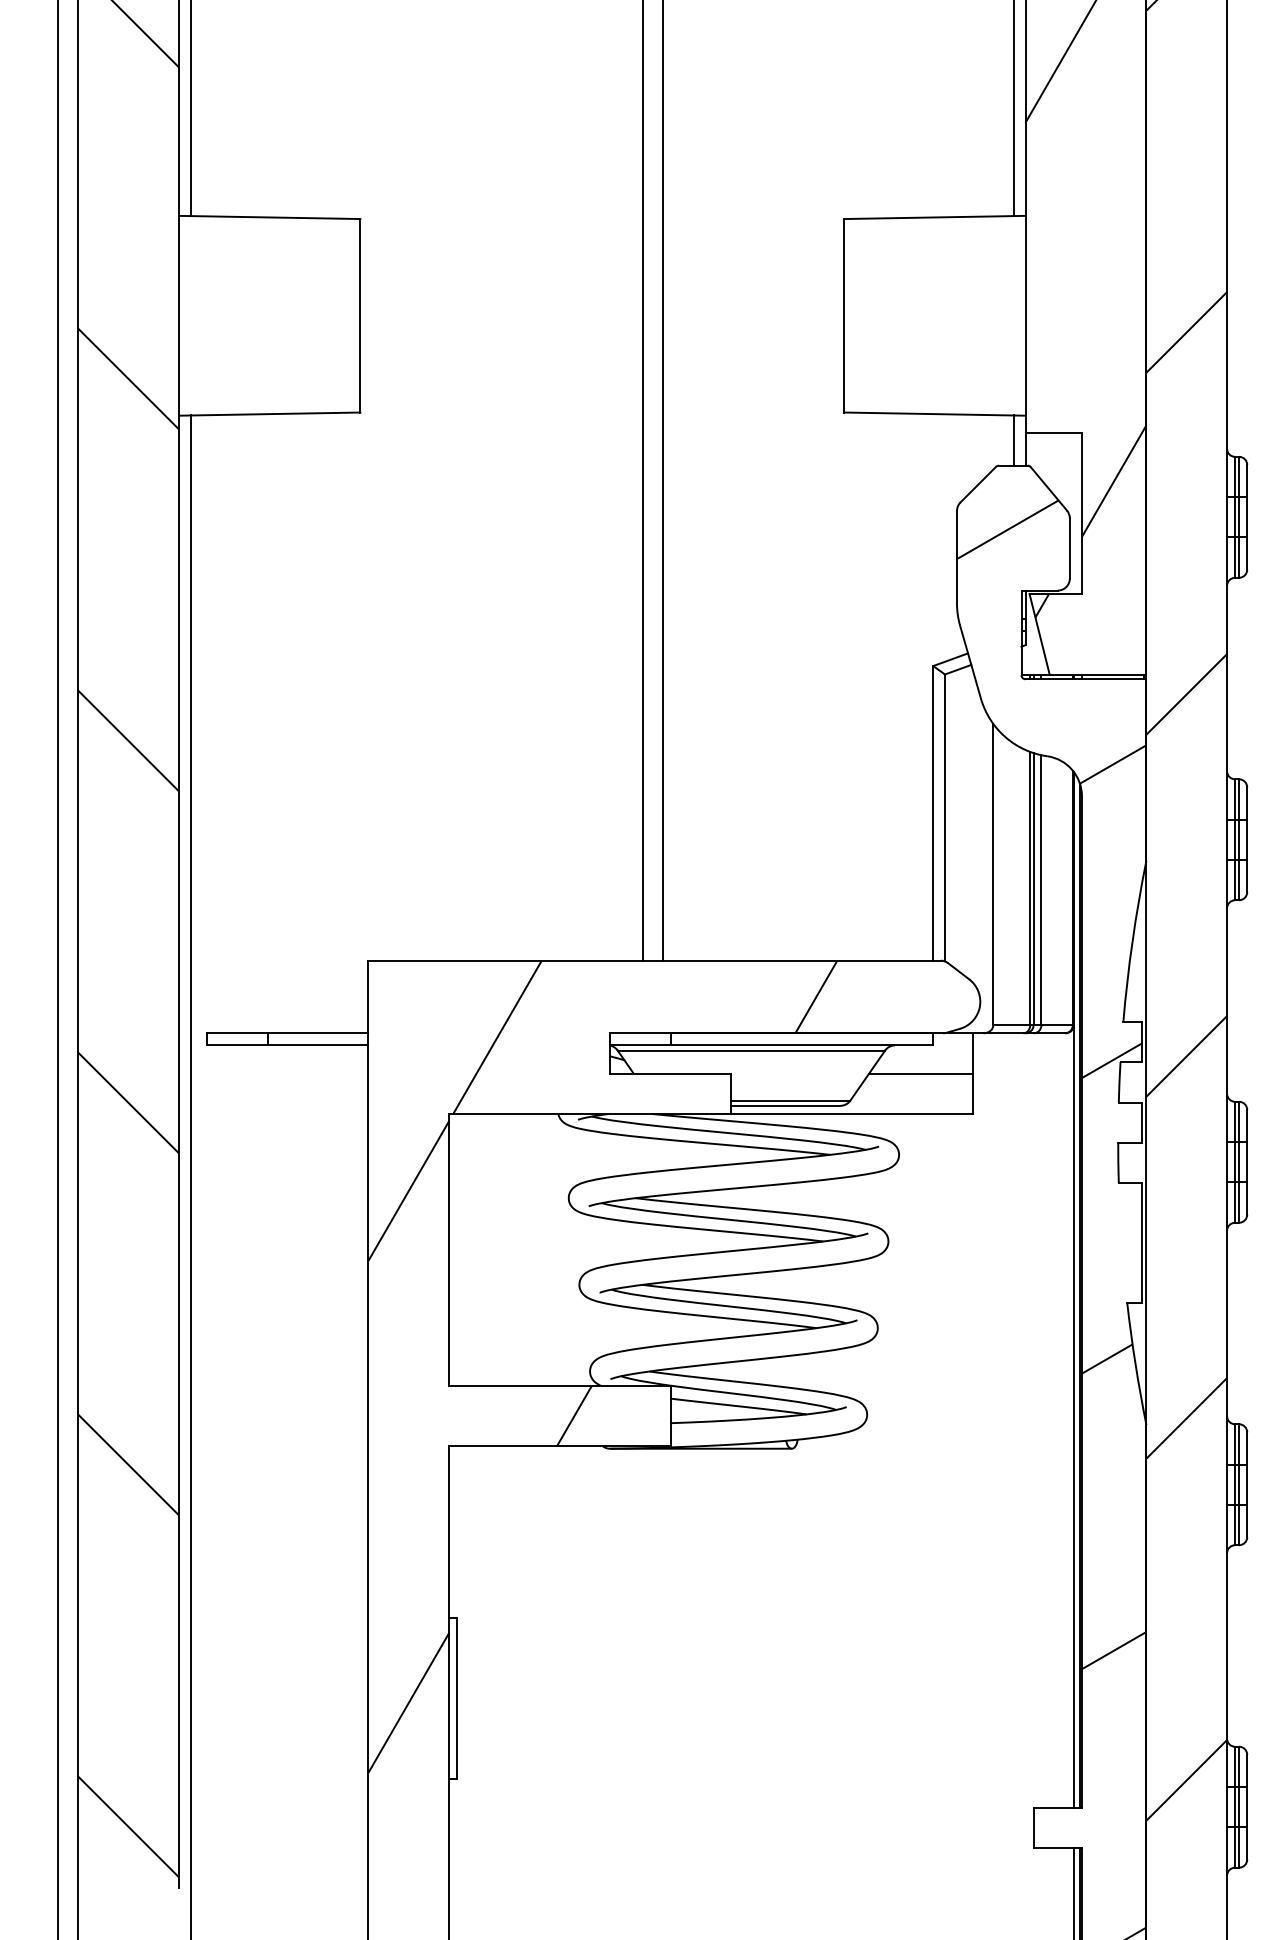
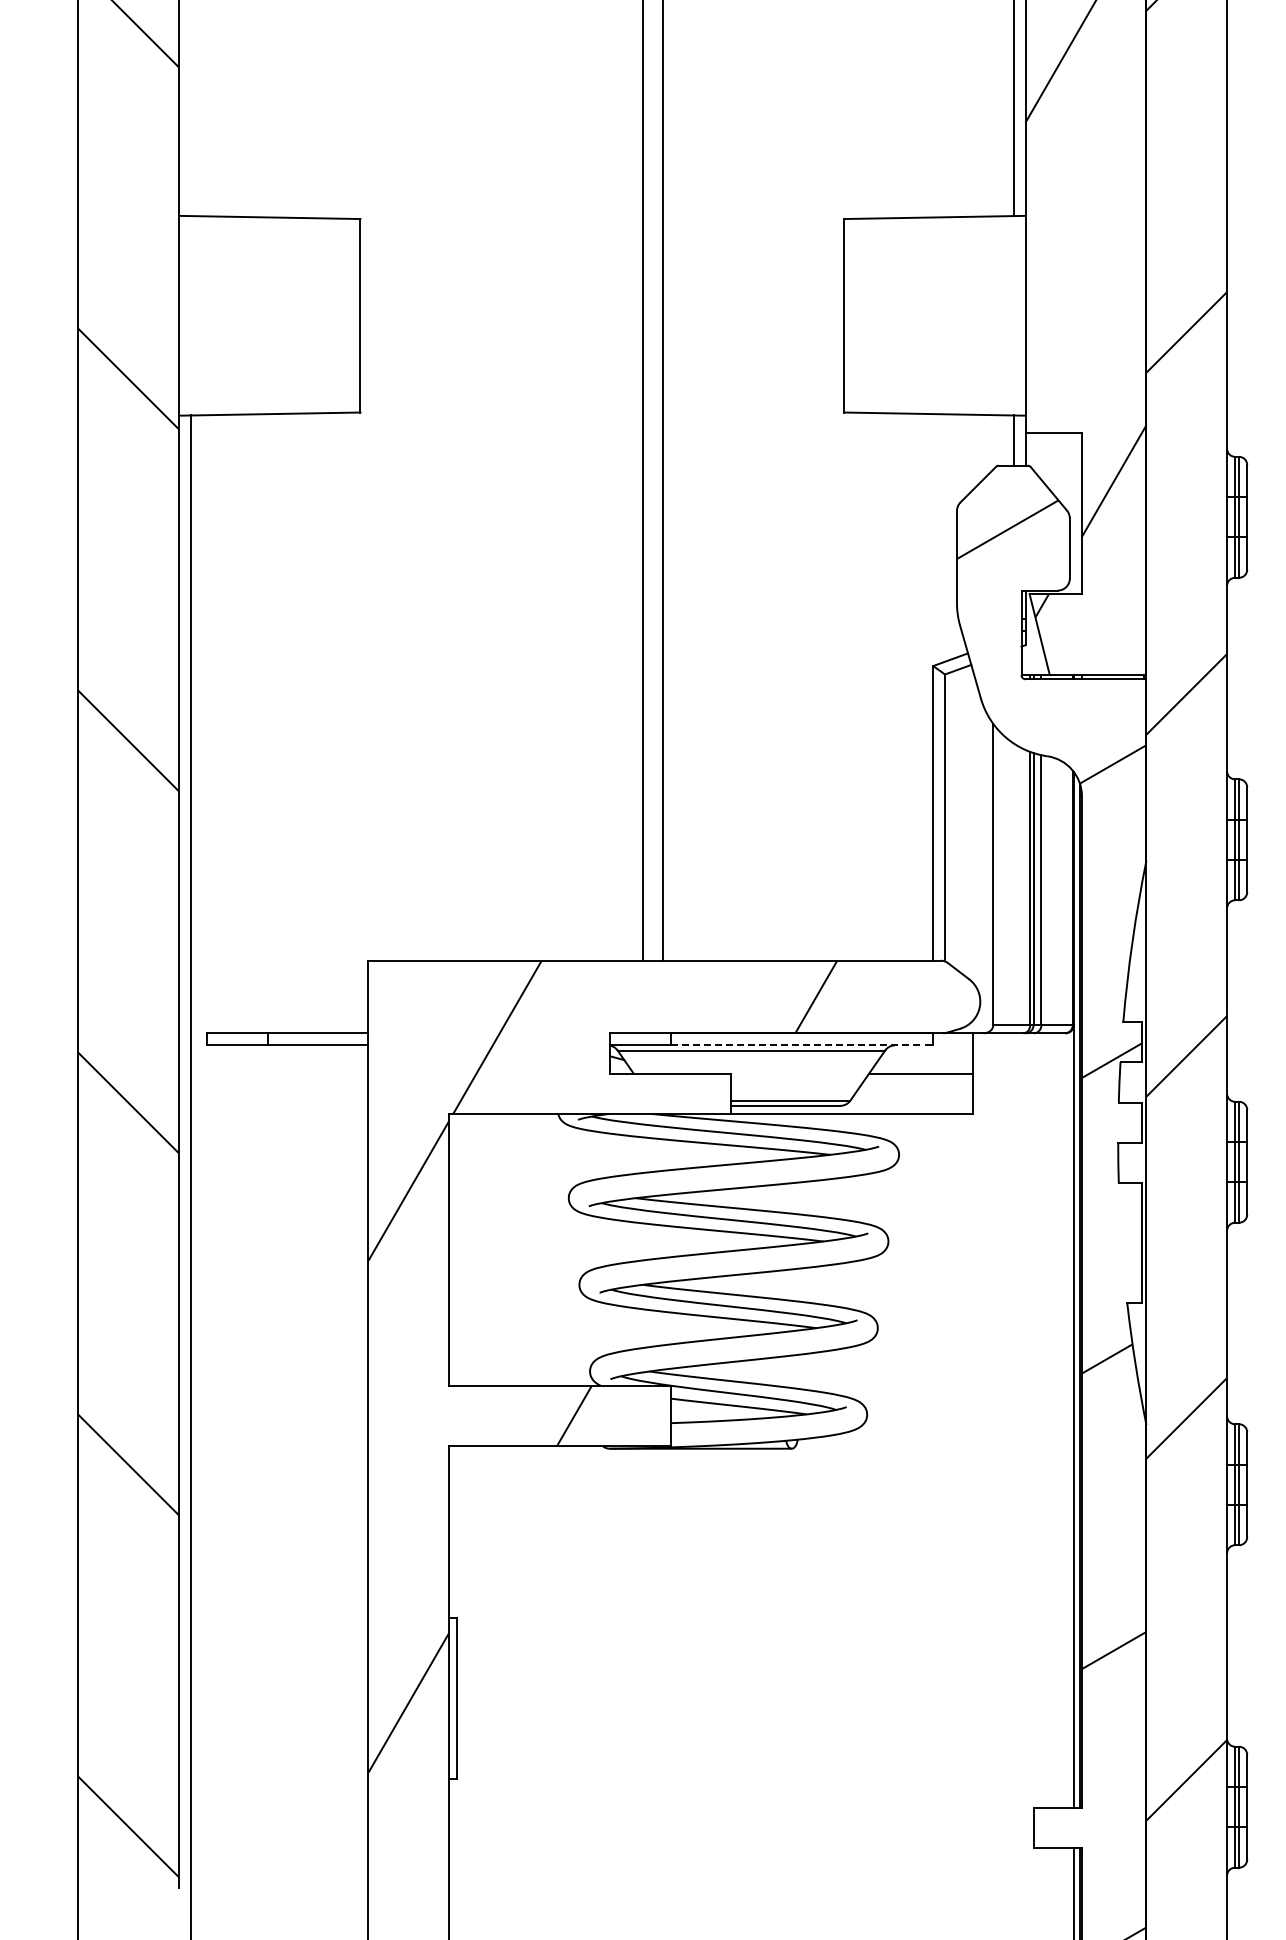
line at (190, 109): present -> none
line at (58, 969): present -> none
line at (802, 1045): solid -> dashed
